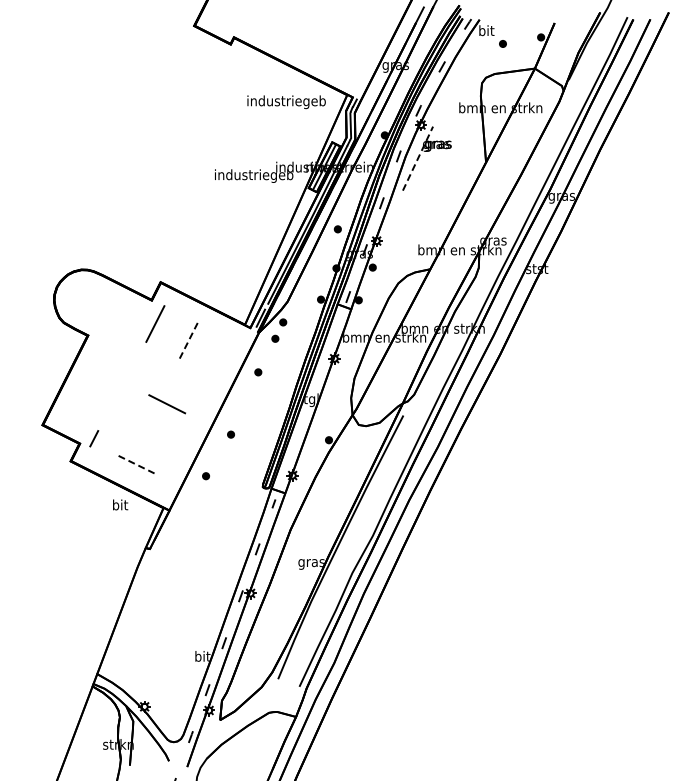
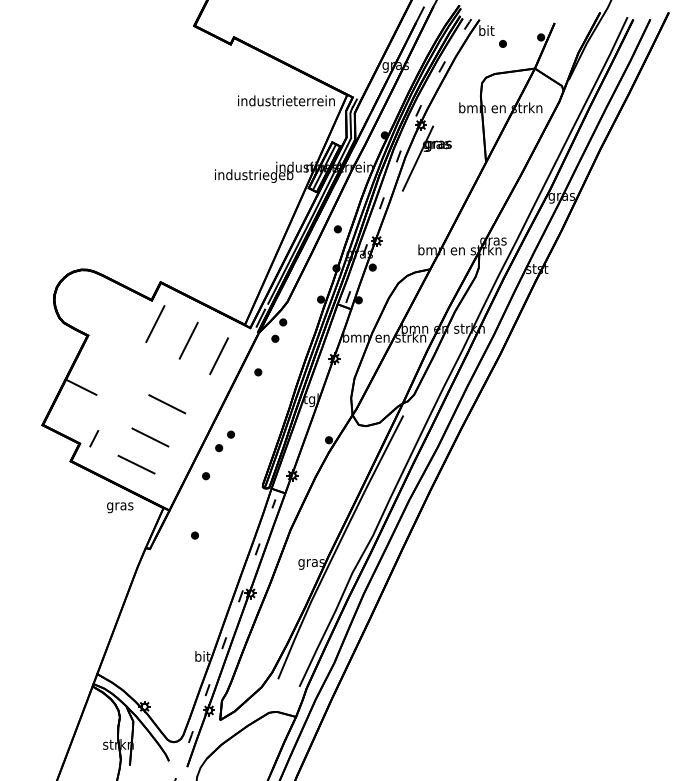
text at (286, 102): industriegeb -> industrieterrein
line at (418, 158): dashed -> solid
line at (188, 340): dashed -> solid
line at (219, 356): none -> present
line at (81, 386): none -> present
line at (150, 437): none -> present
part at (219, 448): none -> present
line at (136, 464): dashed -> solid
text at (120, 506): bit -> gras
part at (194, 535): none -> present
